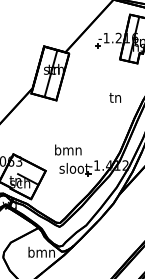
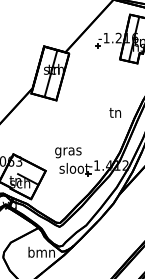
text at (115, 97) position: (115, 97) -> (115, 112)
text at (68, 151): bmn -> gras
